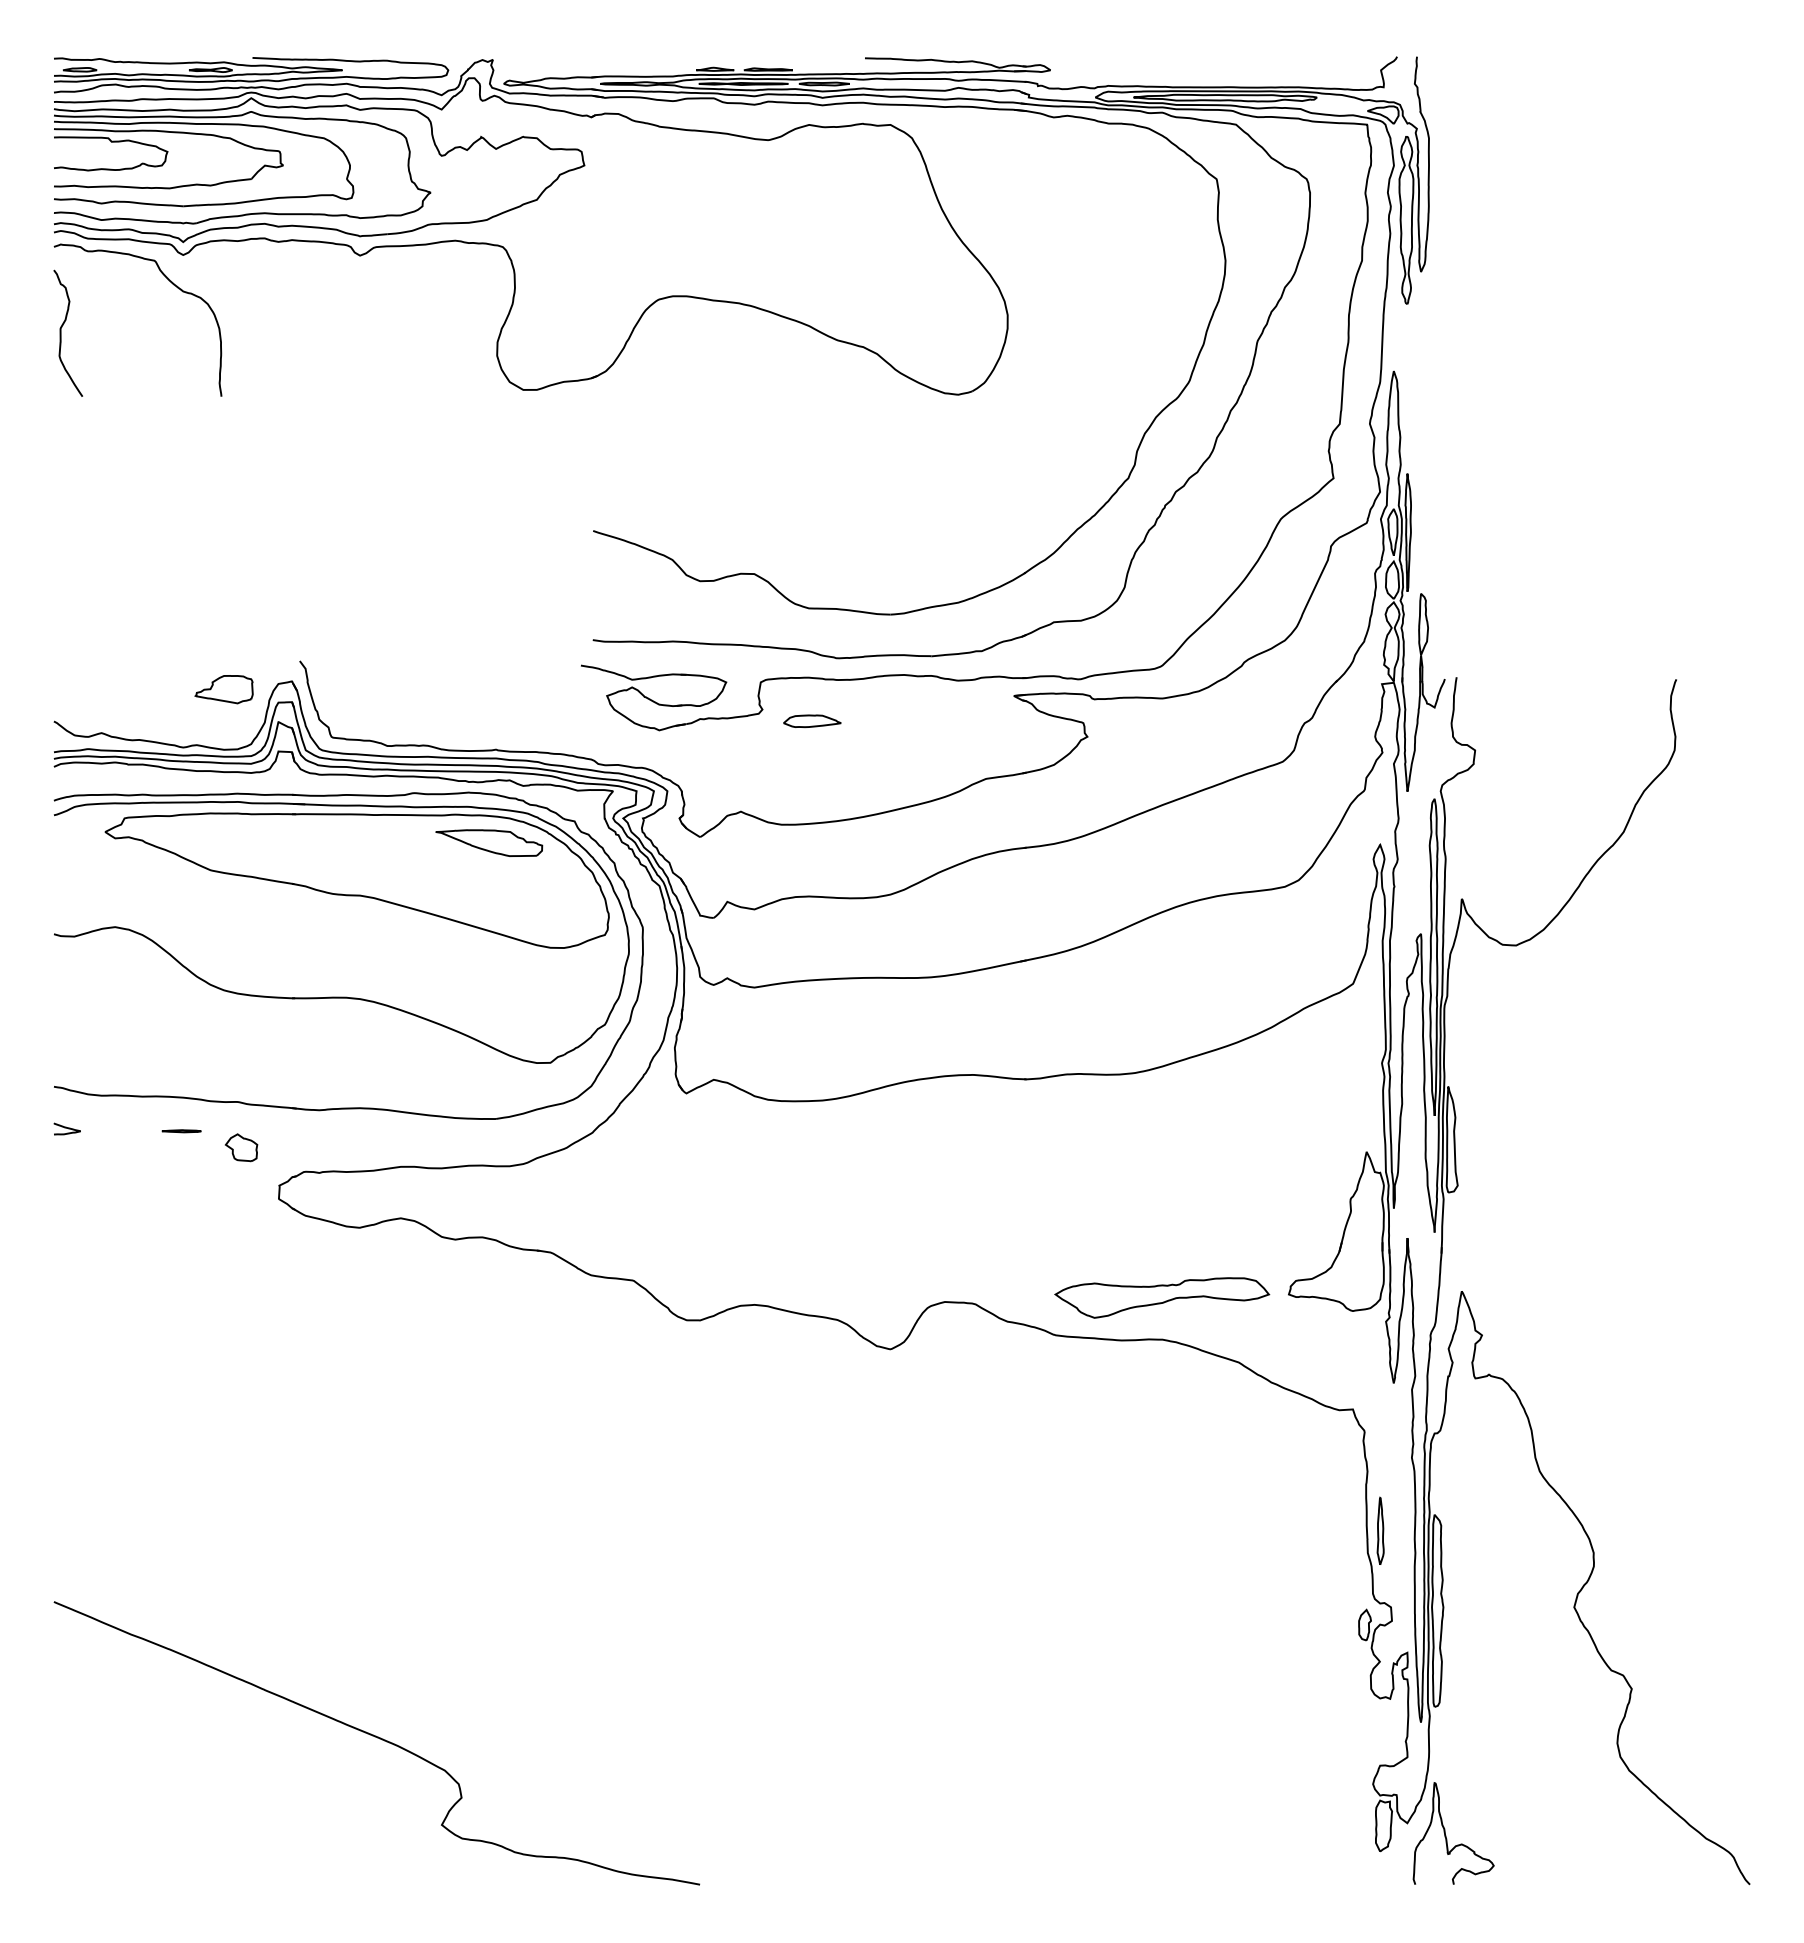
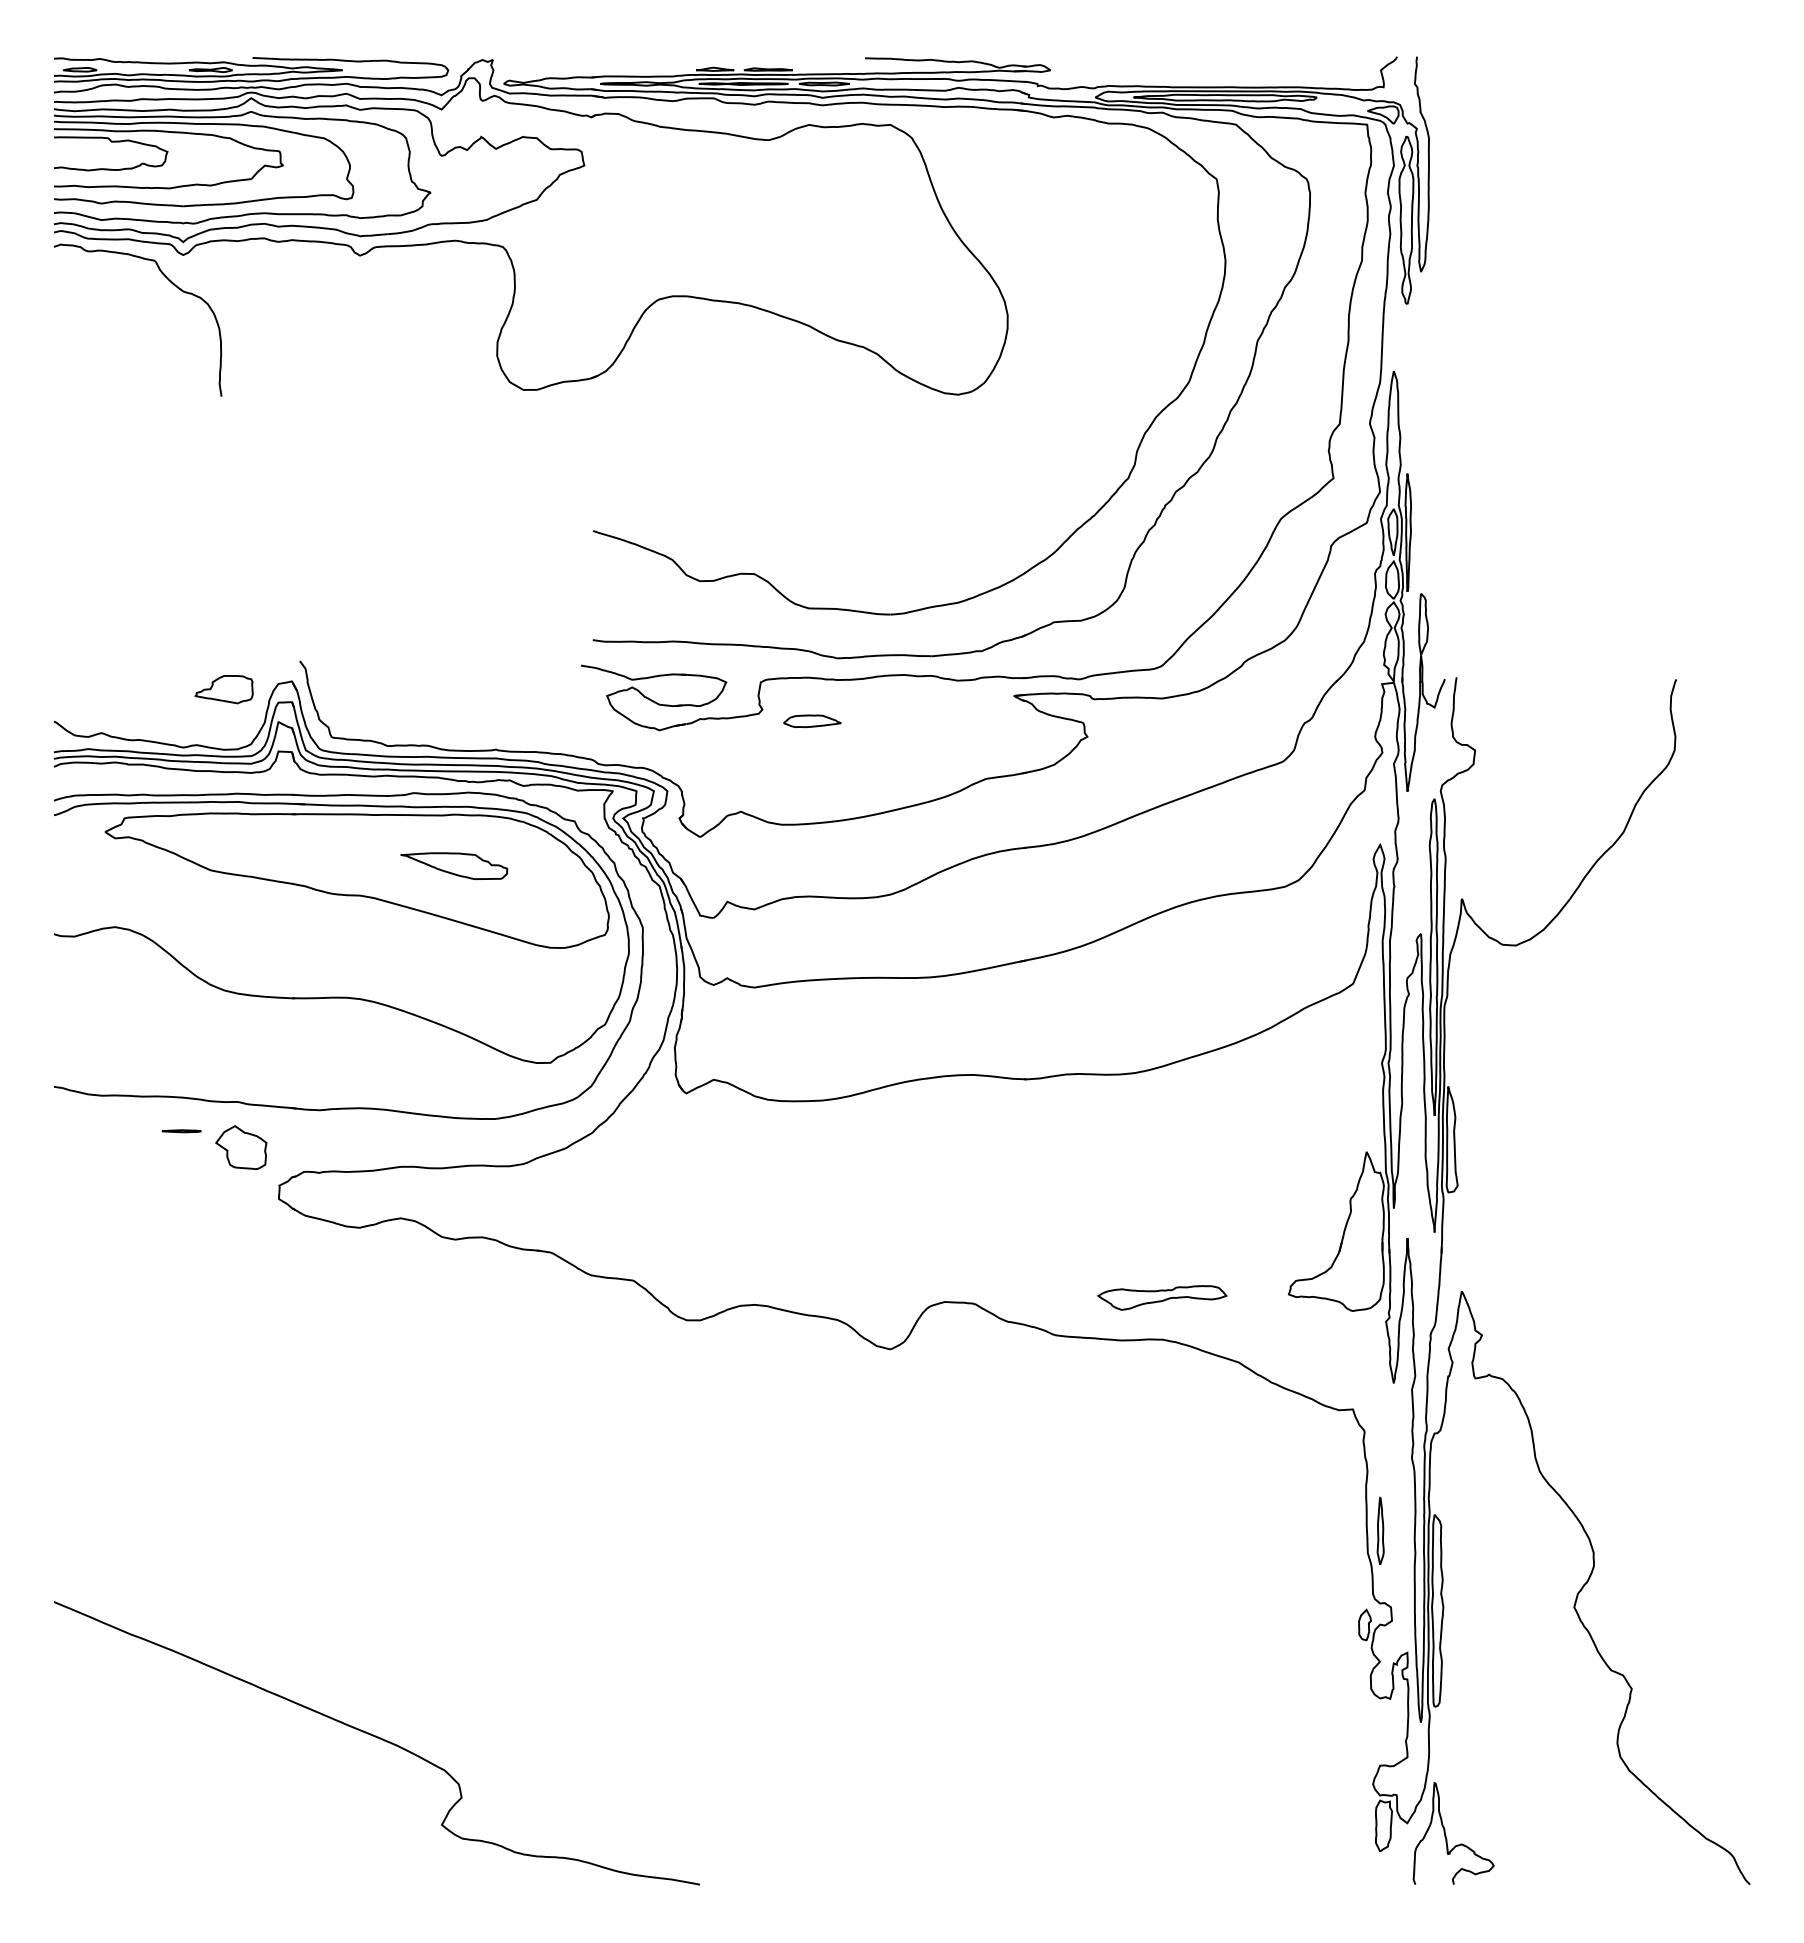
curve at (61, 332): present -> none
part at (489, 842) position: (489, 842) -> (454, 865)
curve at (66, 1128): present -> none
part at (241, 1147) size: 34x30 px -> 53x46 px
part at (1162, 1297) size: 217x42 px -> 131x26 px
